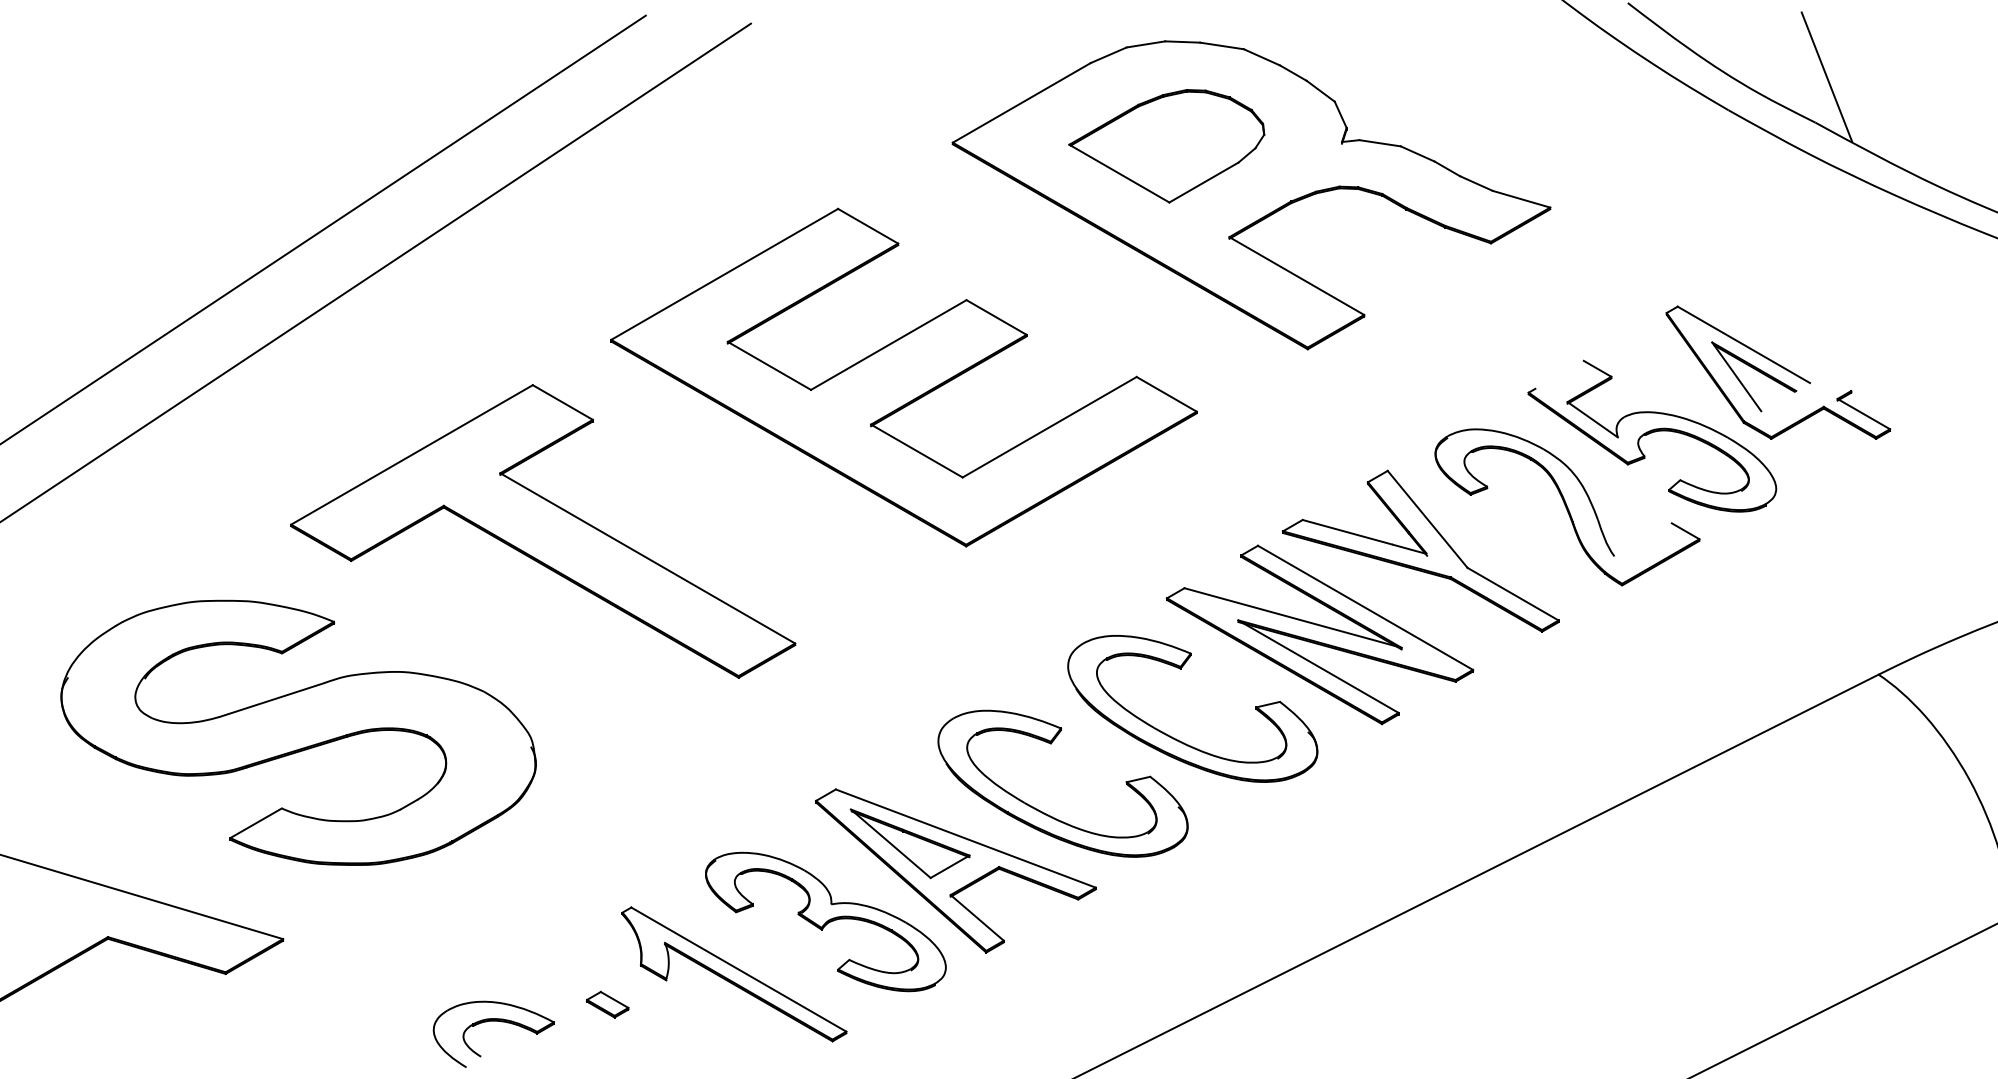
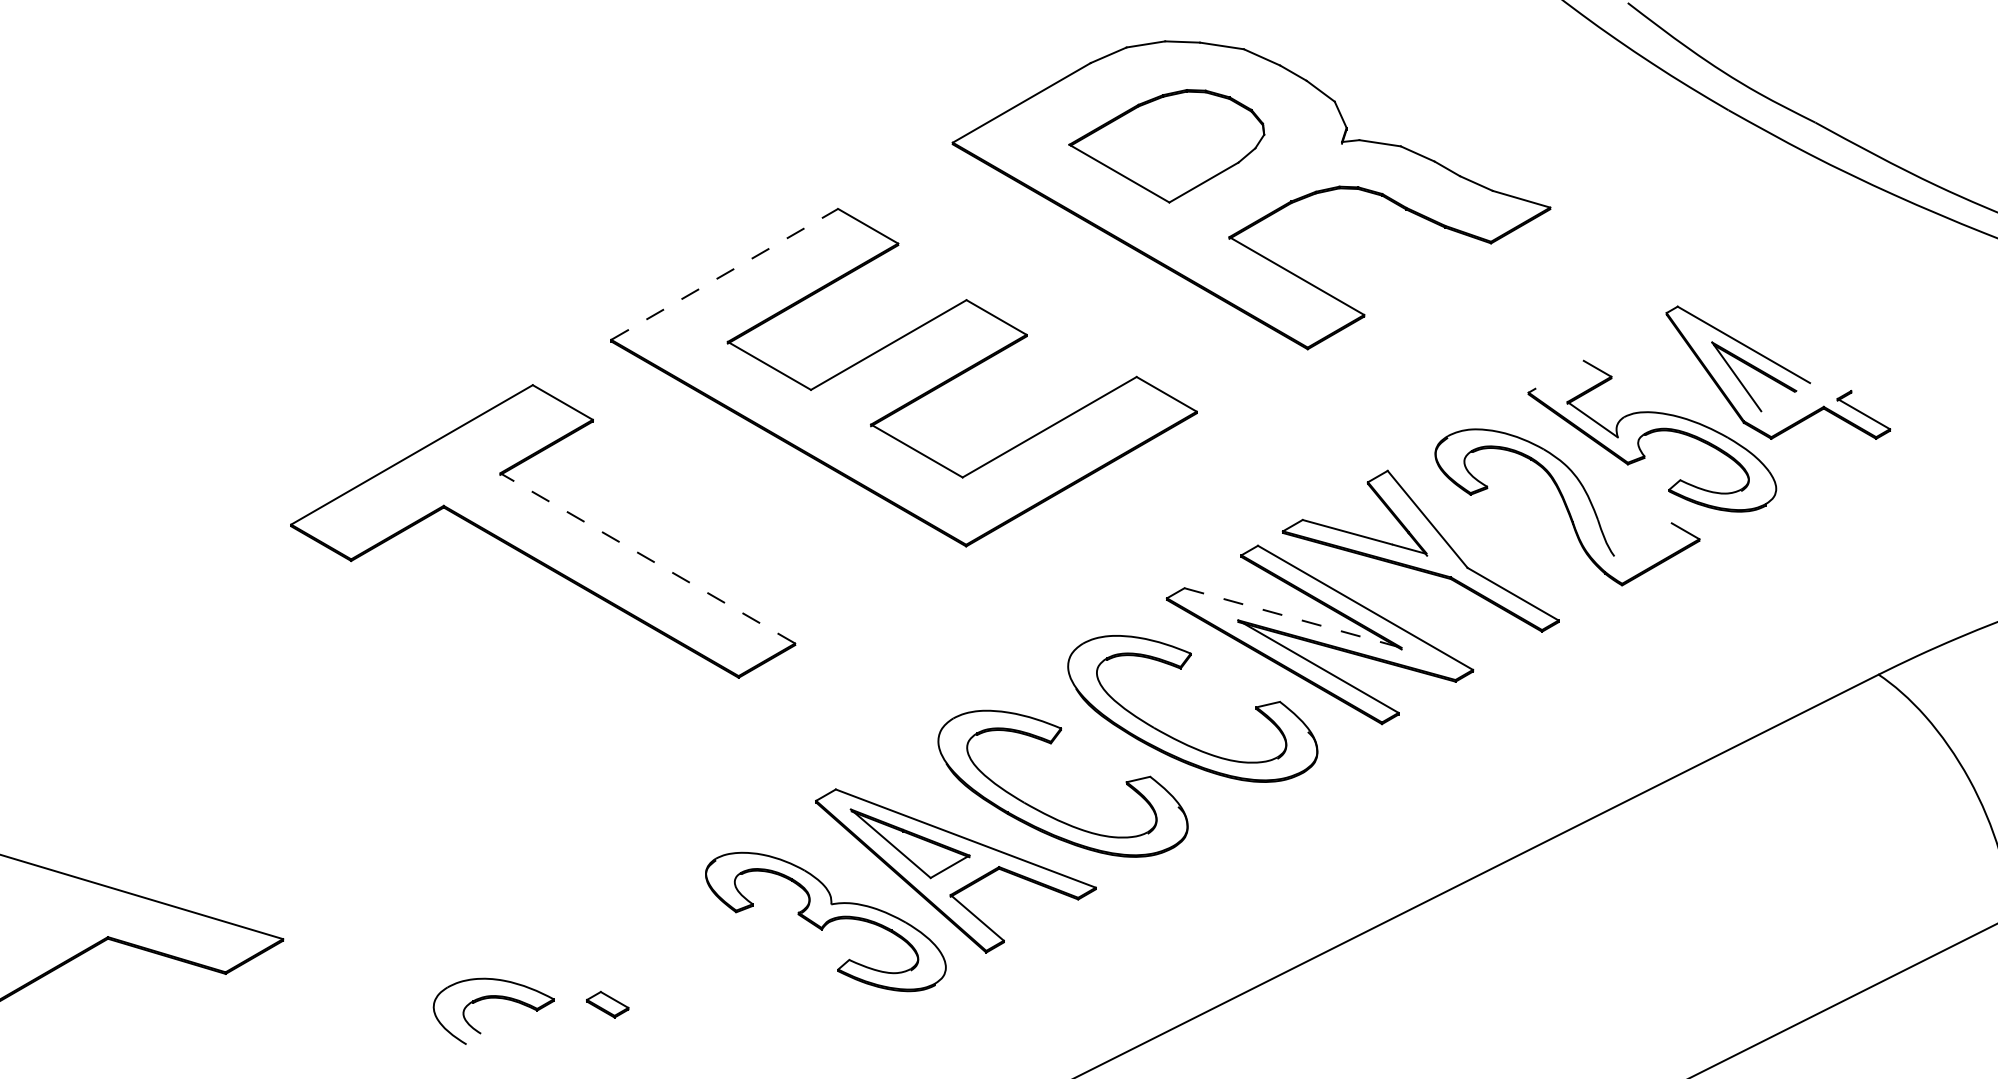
line at (1826, 76): present -> none
line at (323, 228): present -> none
line at (376, 271): present -> none
line at (724, 274): solid -> dashed
line at (647, 558): solid -> dashed
line at (1293, 618): solid -> dashed
part at (298, 732): present -> none
part at (734, 974): present -> none
part at (493, 1021) position: (493, 1021) -> (493, 998)
